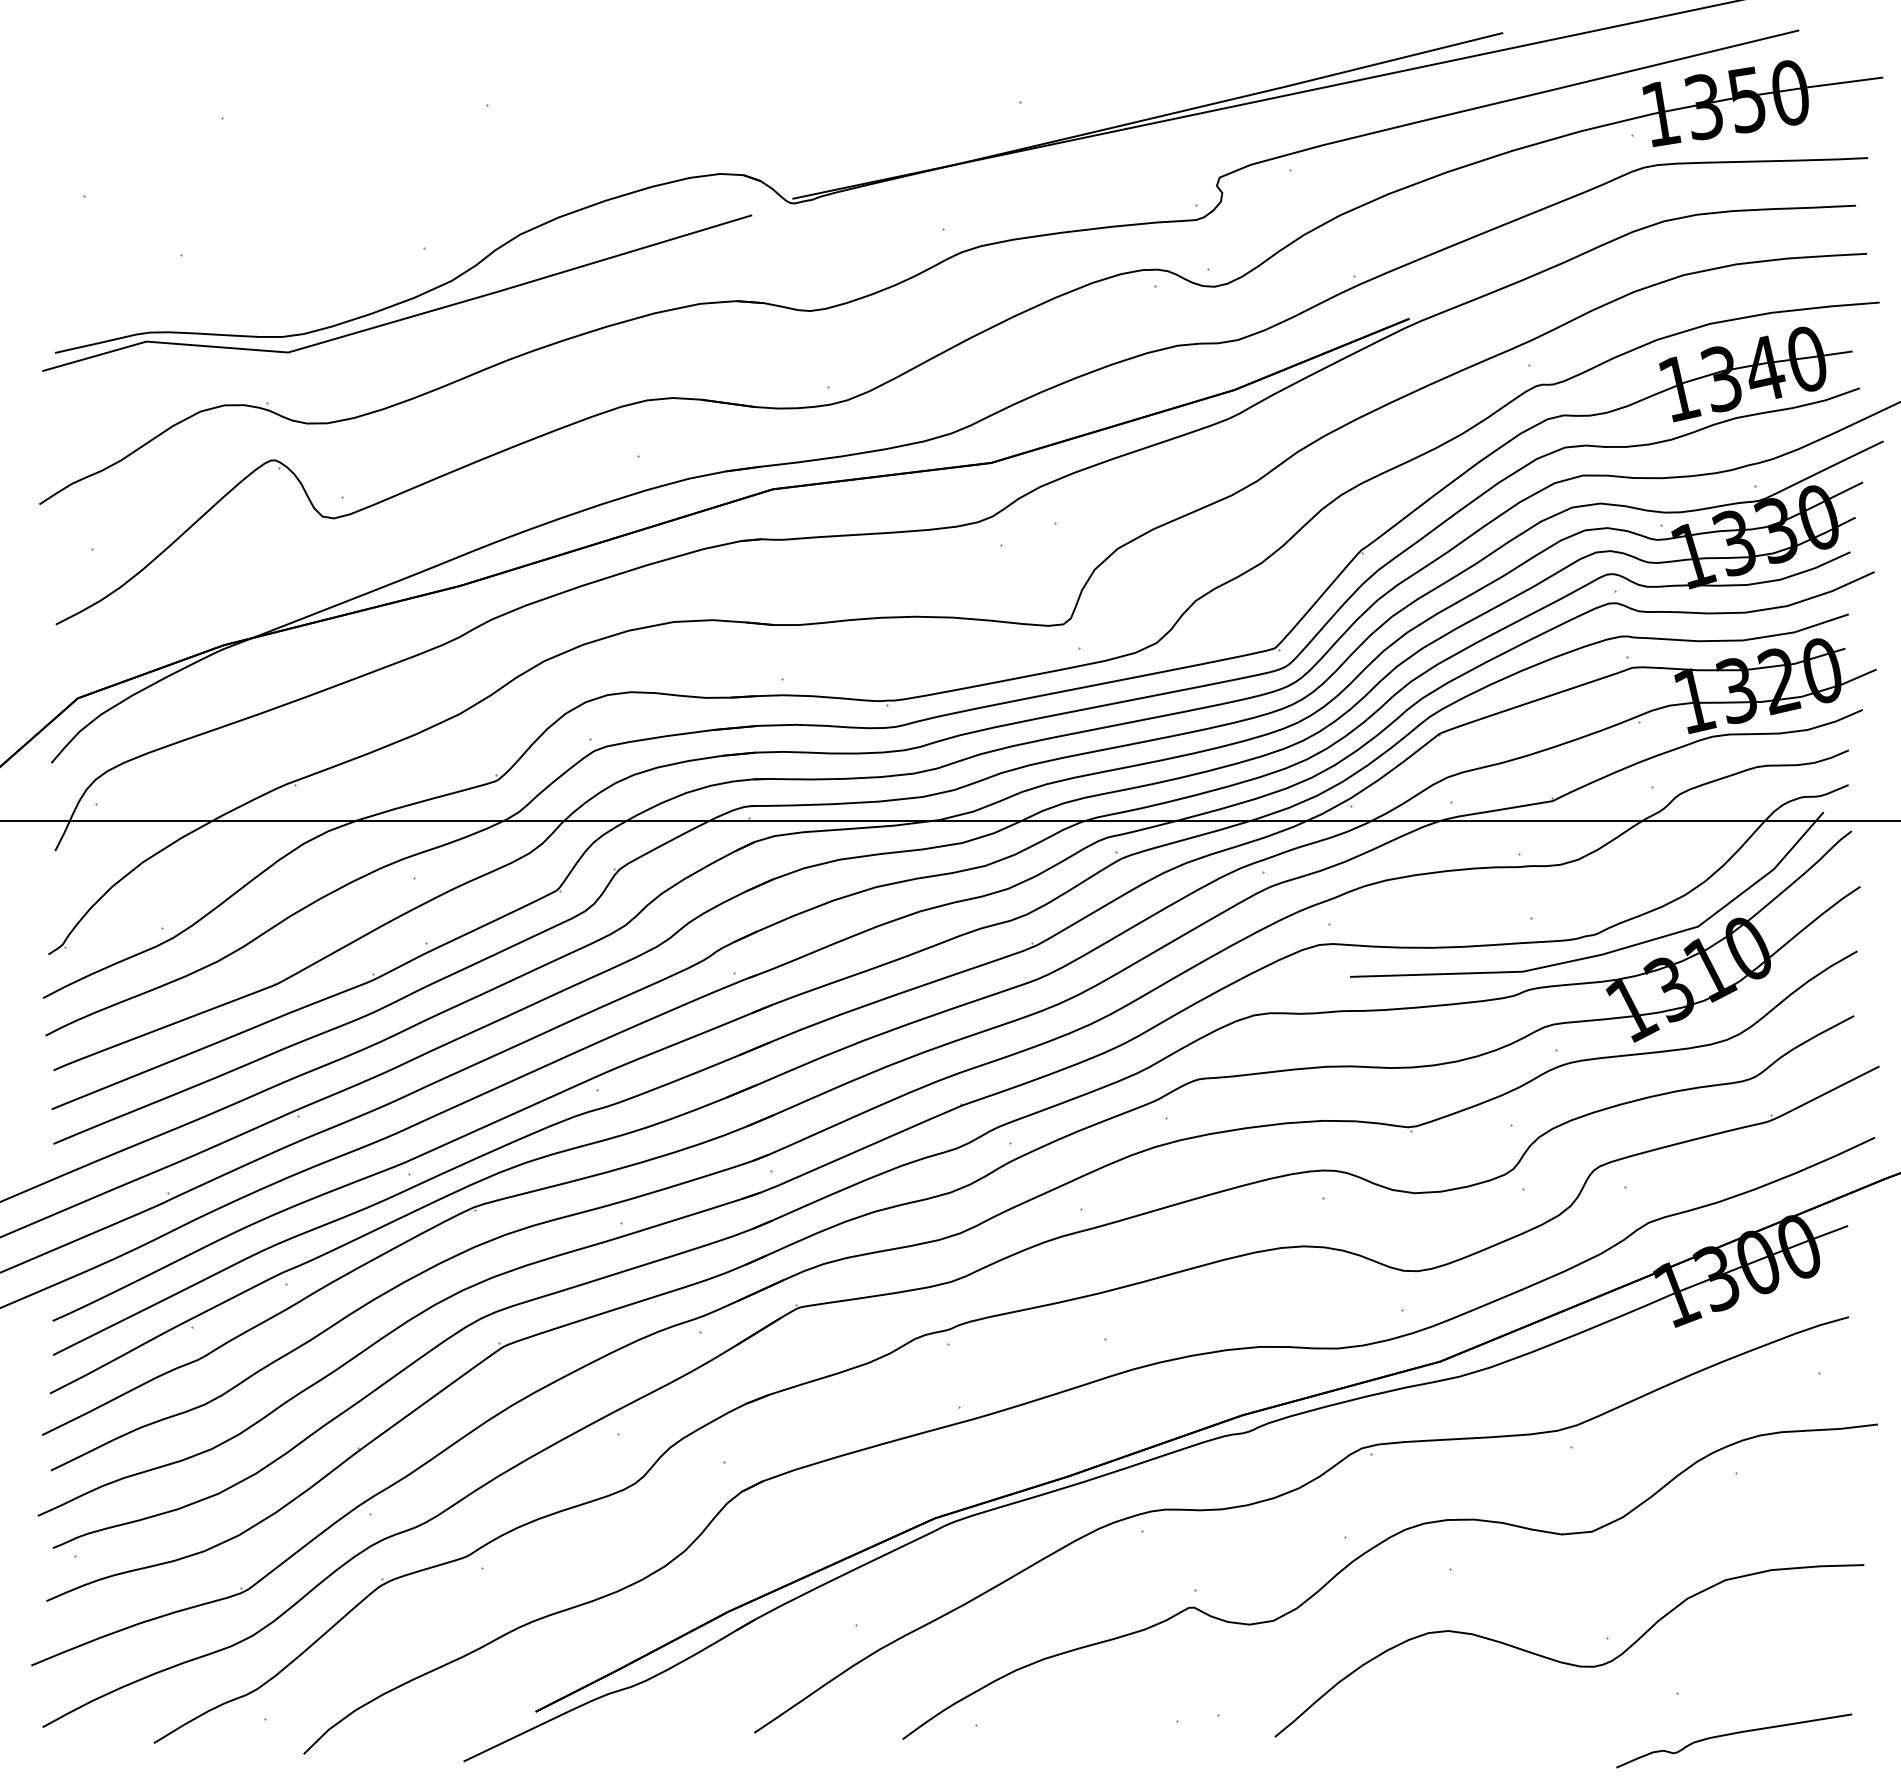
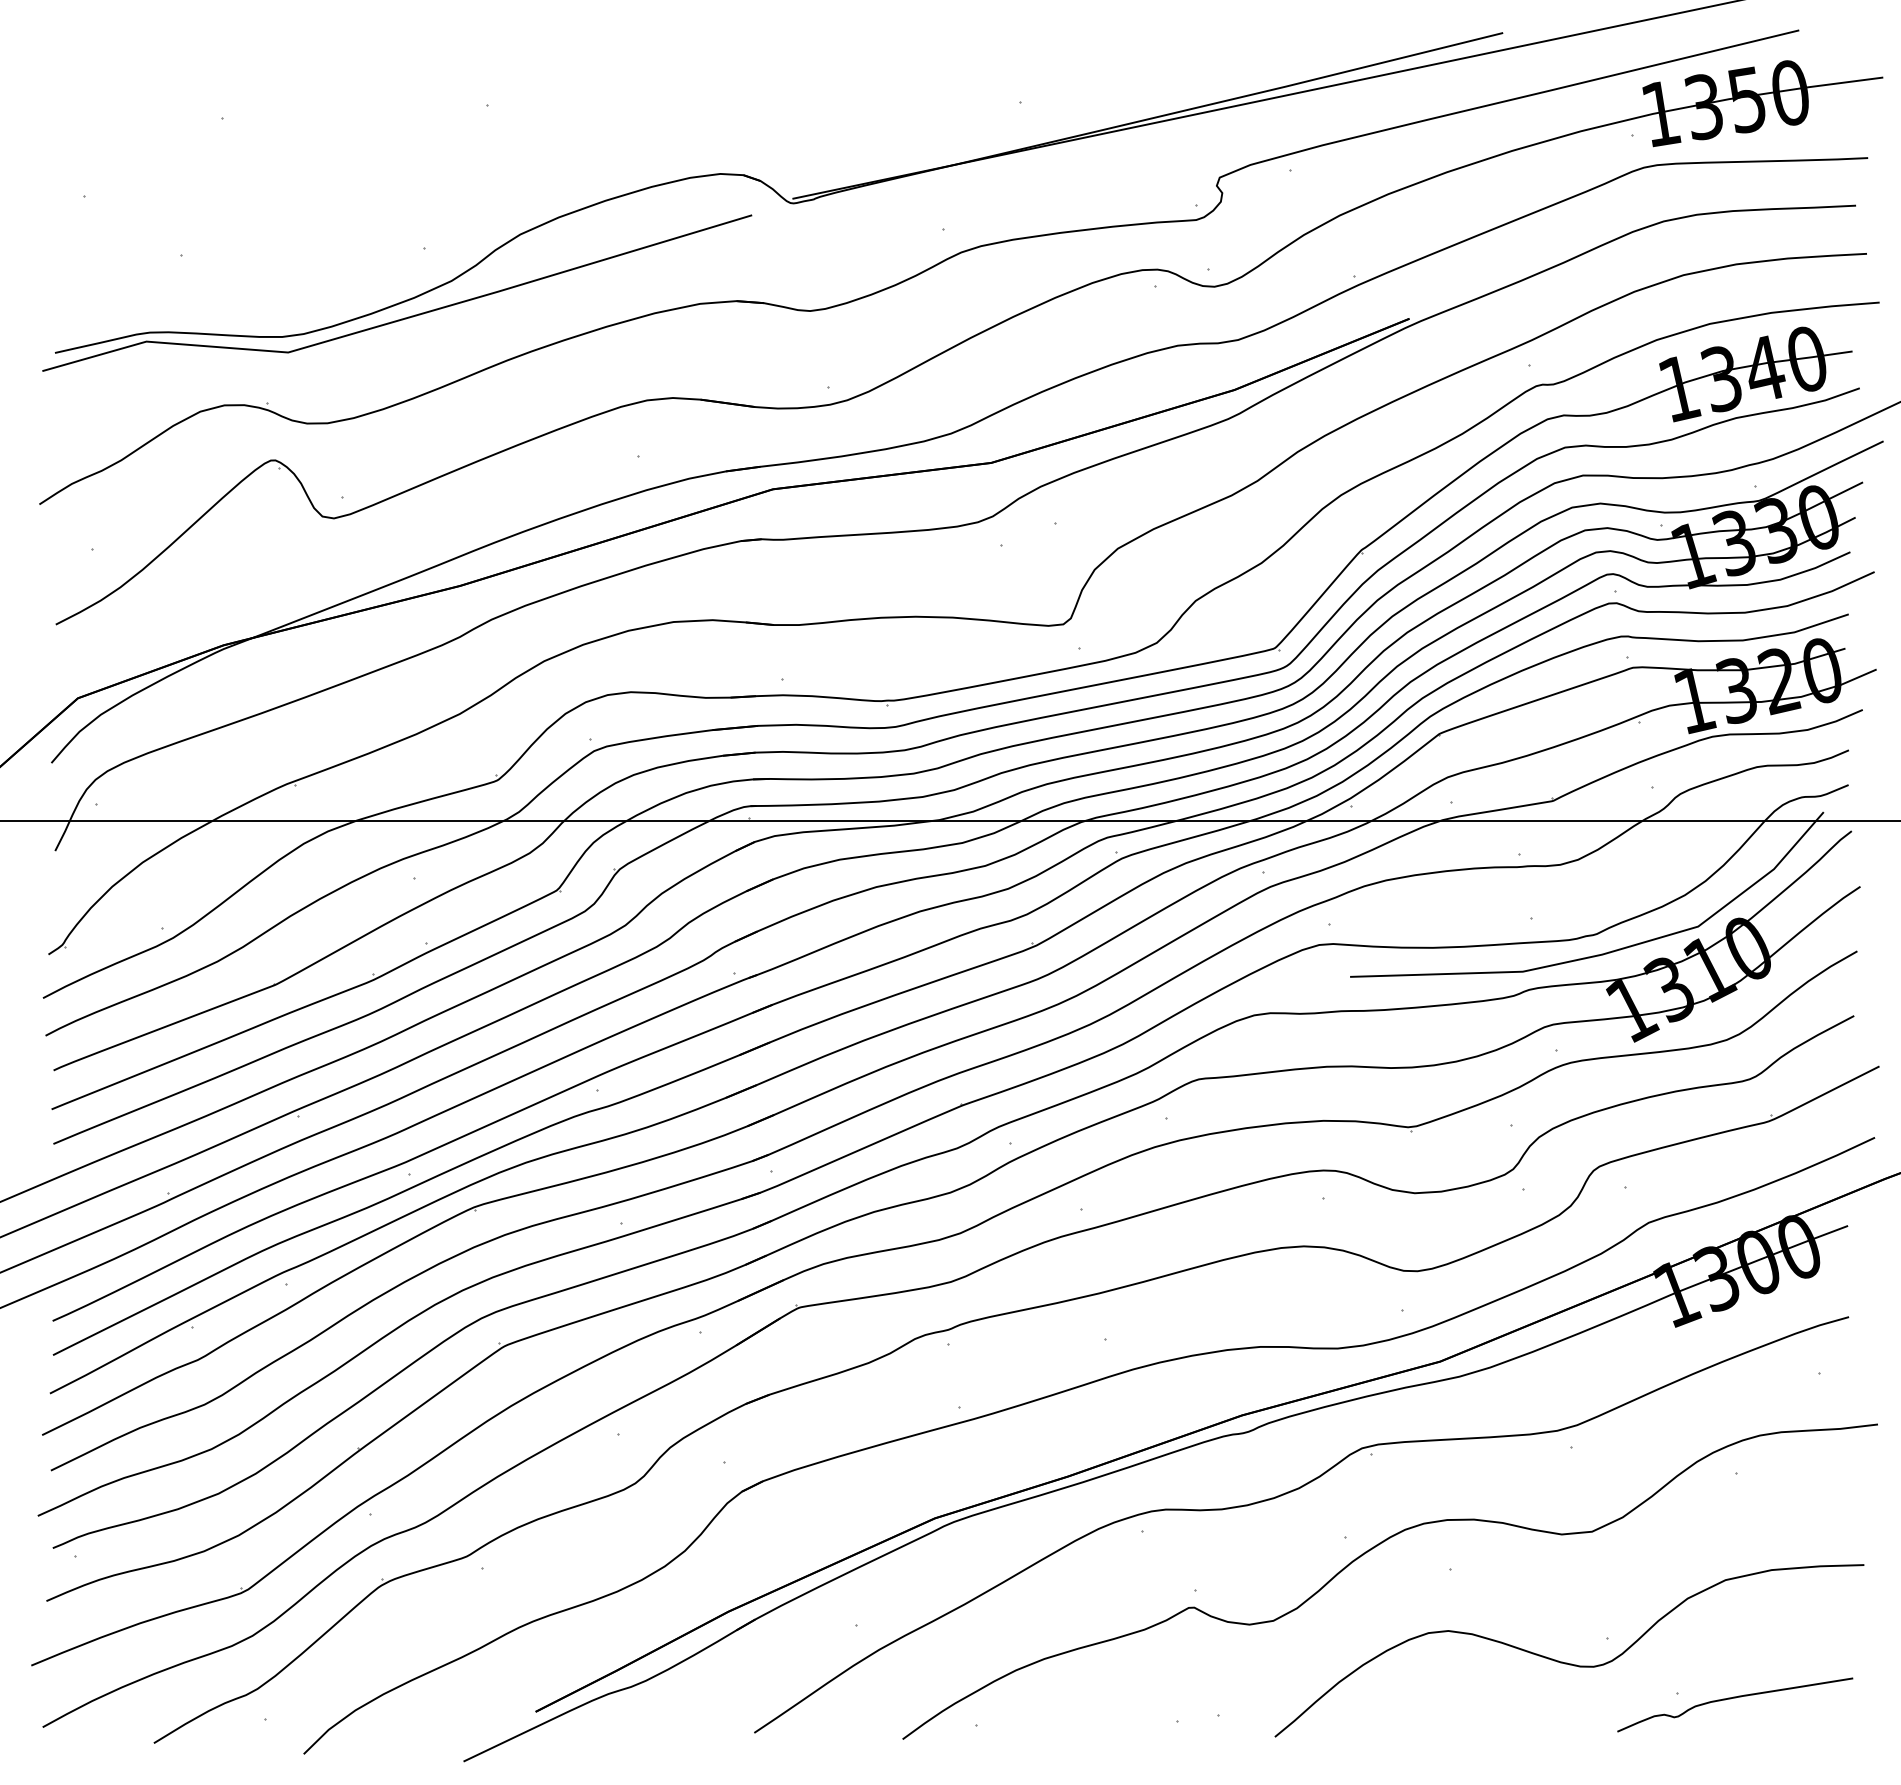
curve at (1734, 1734) position: (1734, 1734) -> (1735, 1698)
